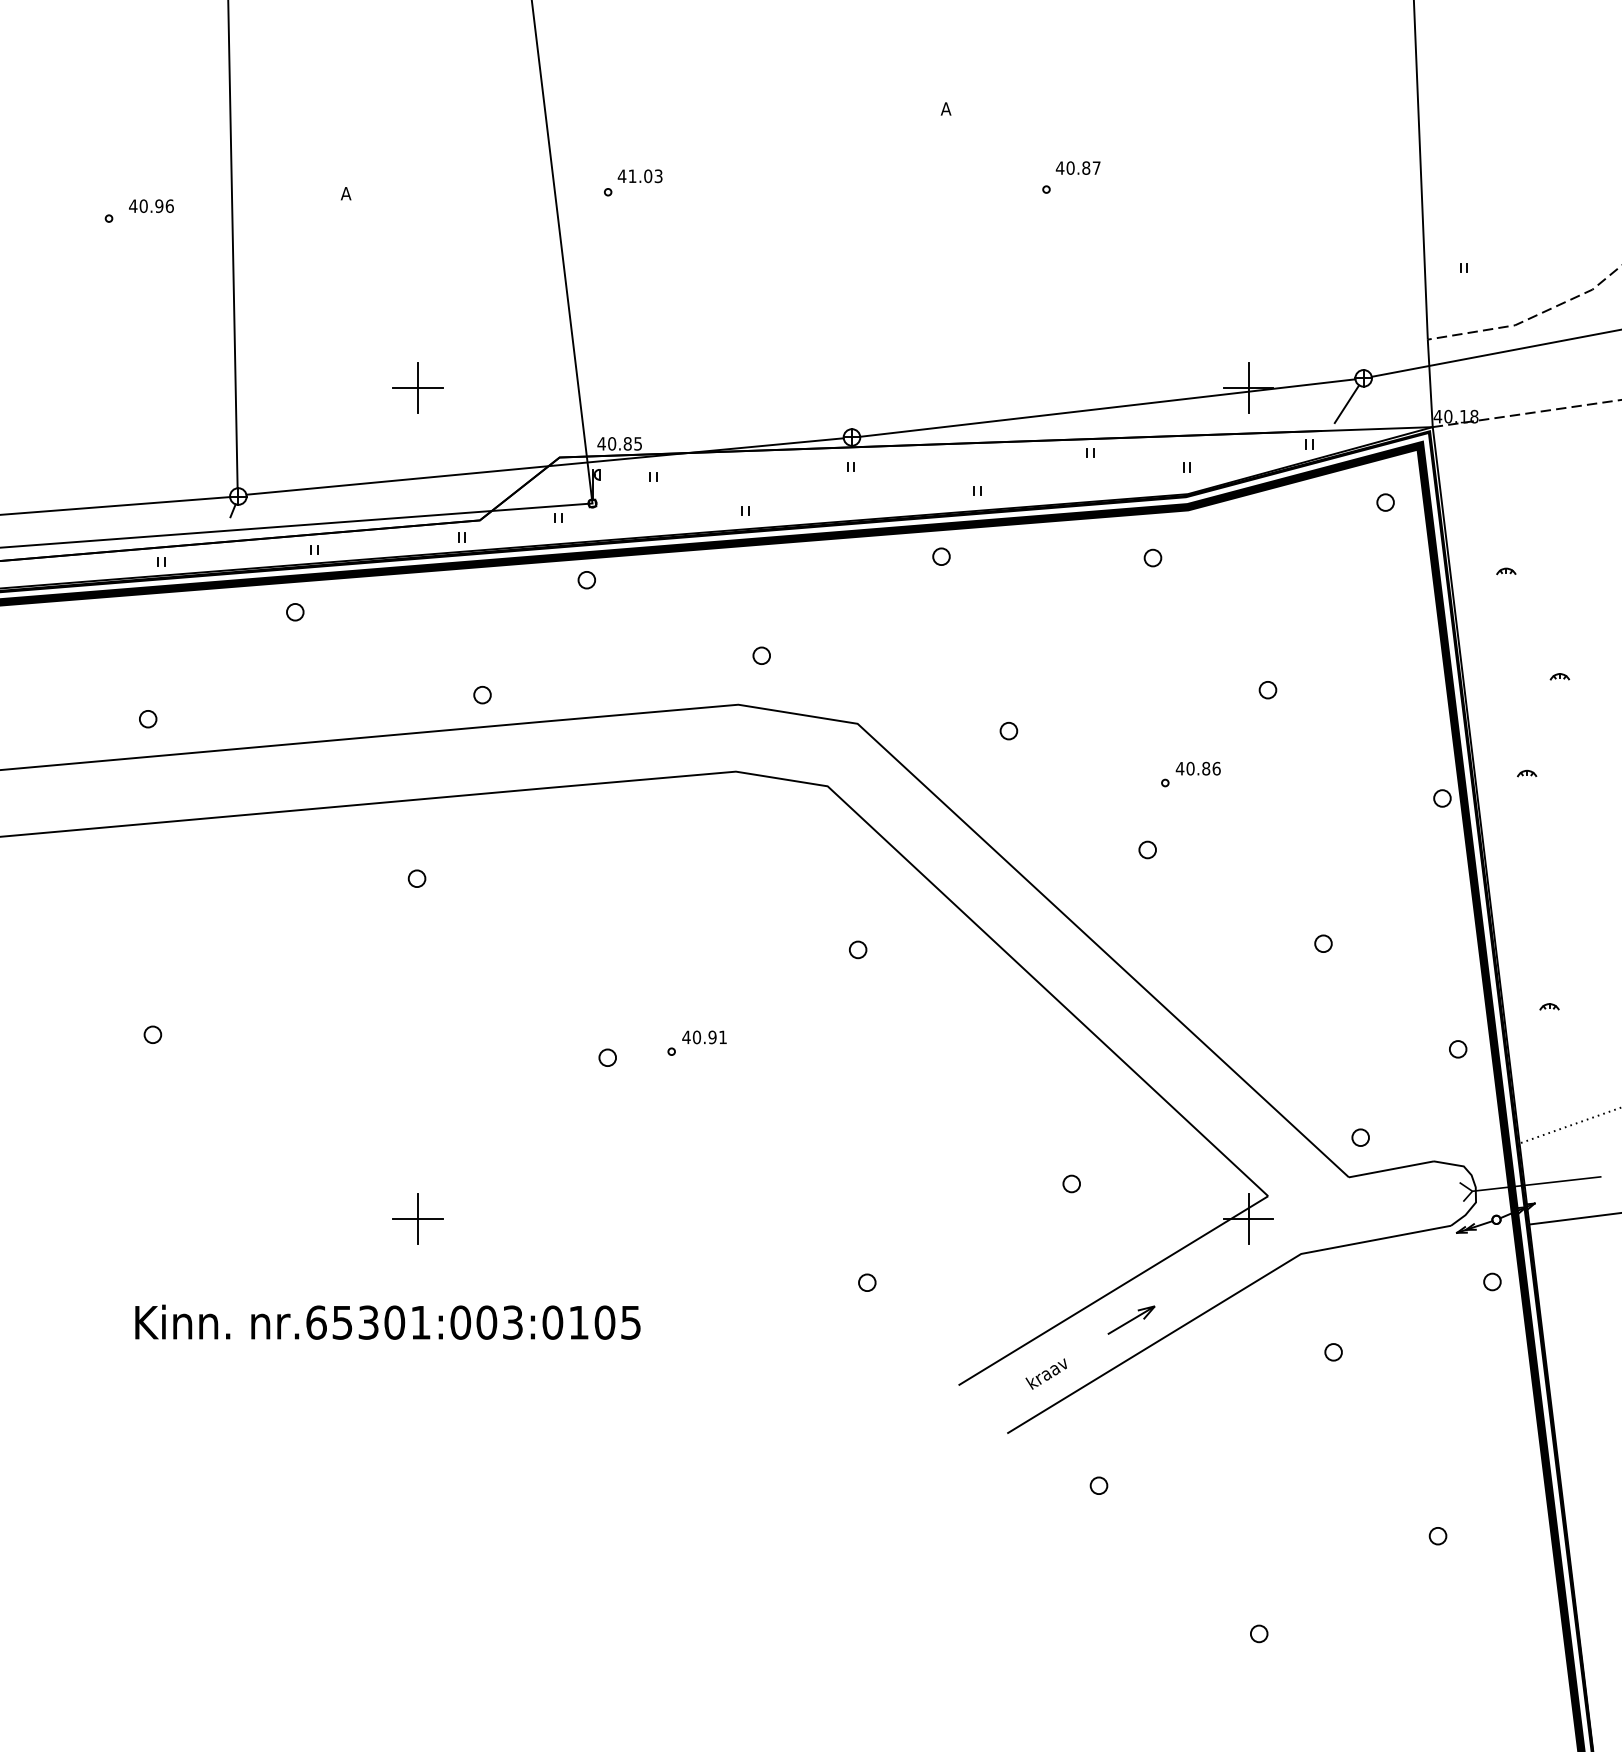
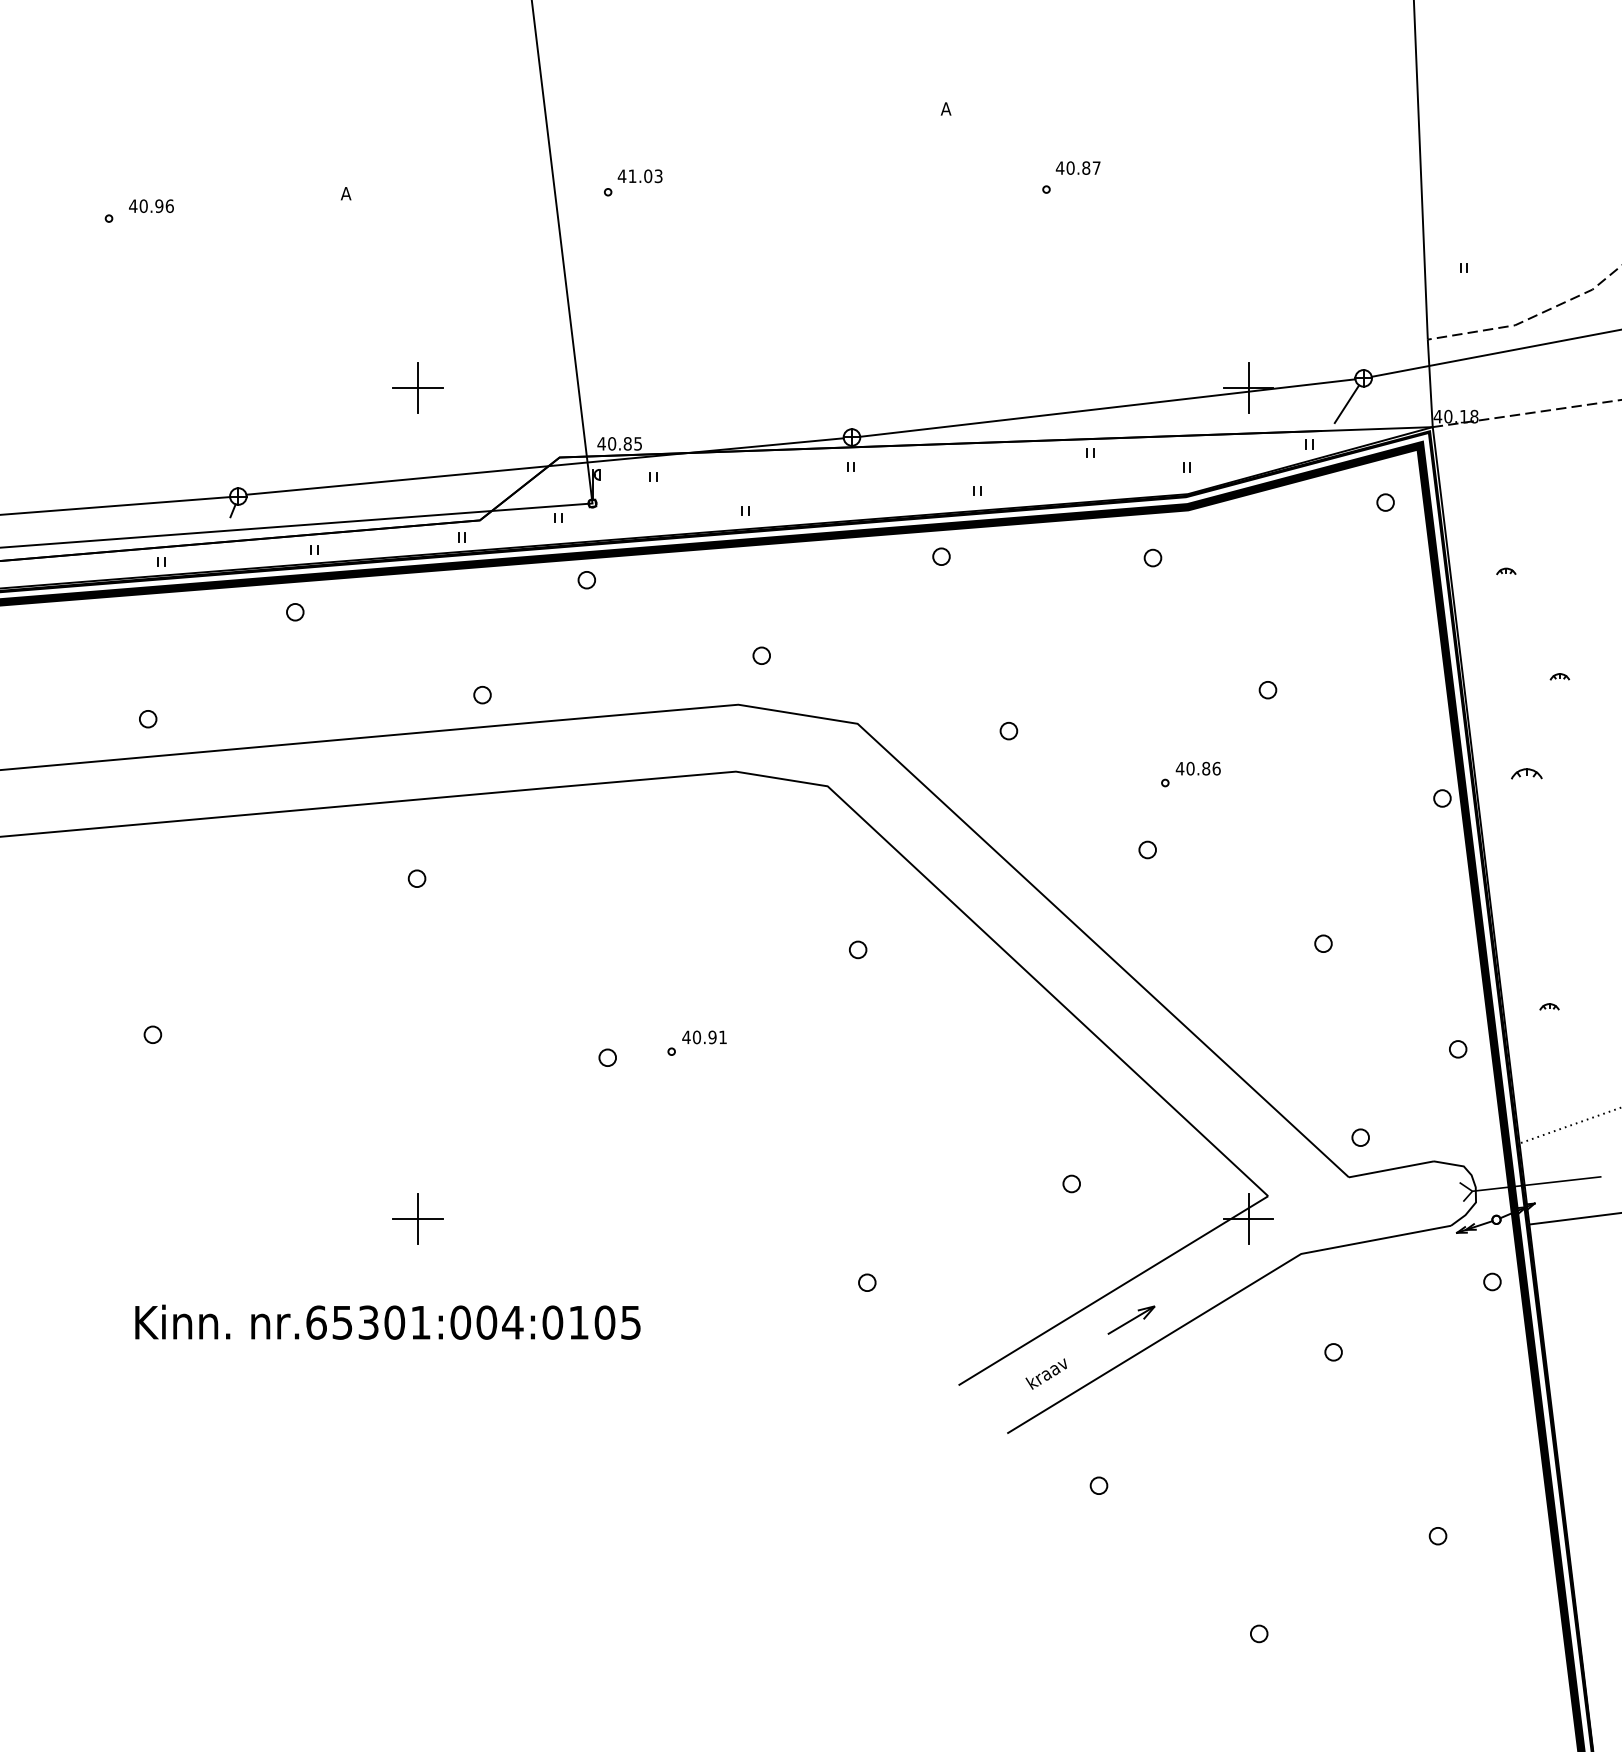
line at (232, 245): present -> none
part at (1527, 773) size: 21x9 px -> 32x12 px
text at (512, 1322): nr.65301:003:0105 -> nr.65301:004:0105
